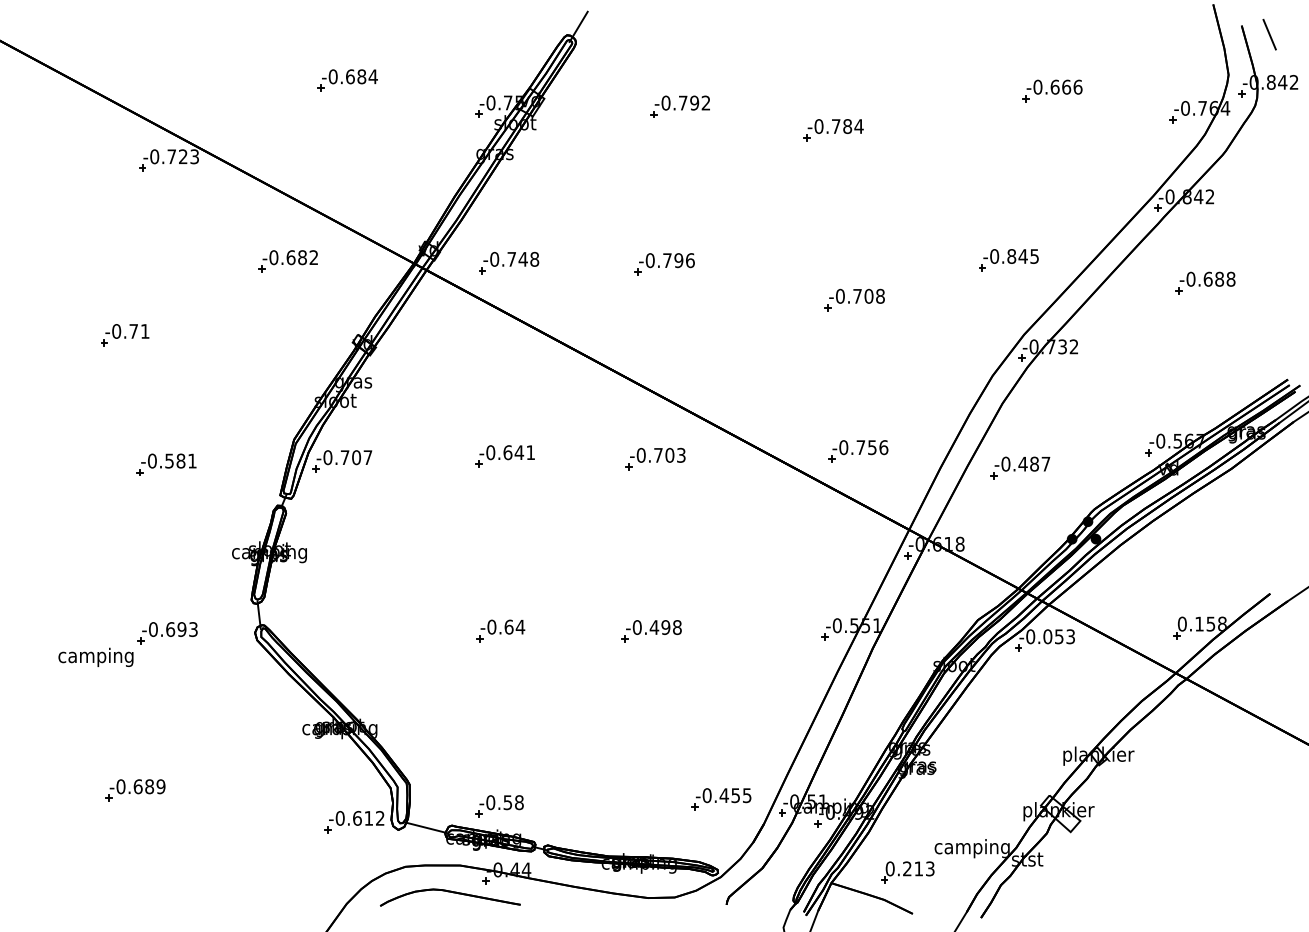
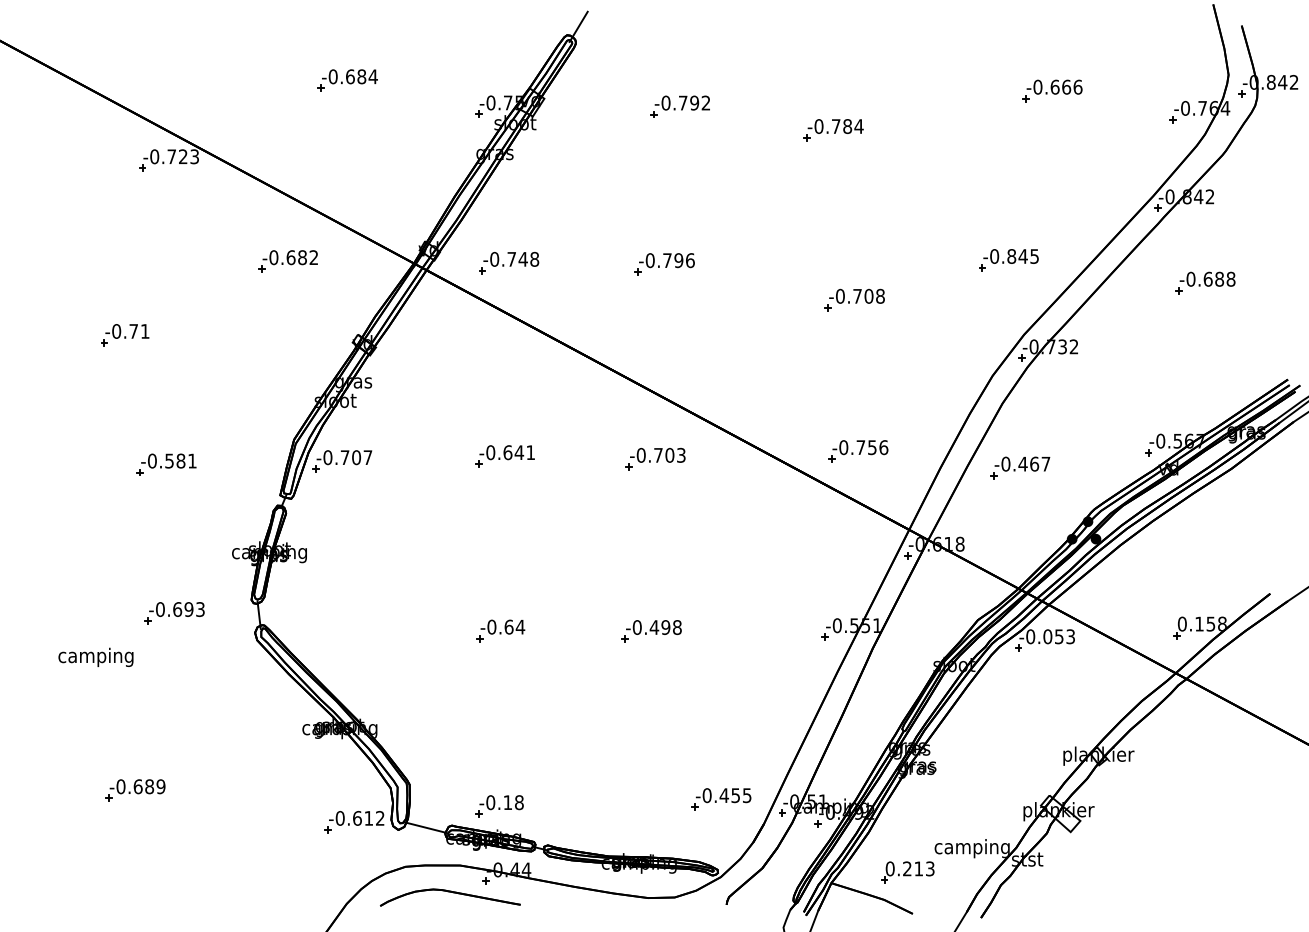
line at (1269, 34): present -> none
text at (1034, 463): -0.487 -> -0.467
part at (167, 633) position: (167, 633) -> (174, 613)
text at (507, 802): -0.58 -> -0.18
